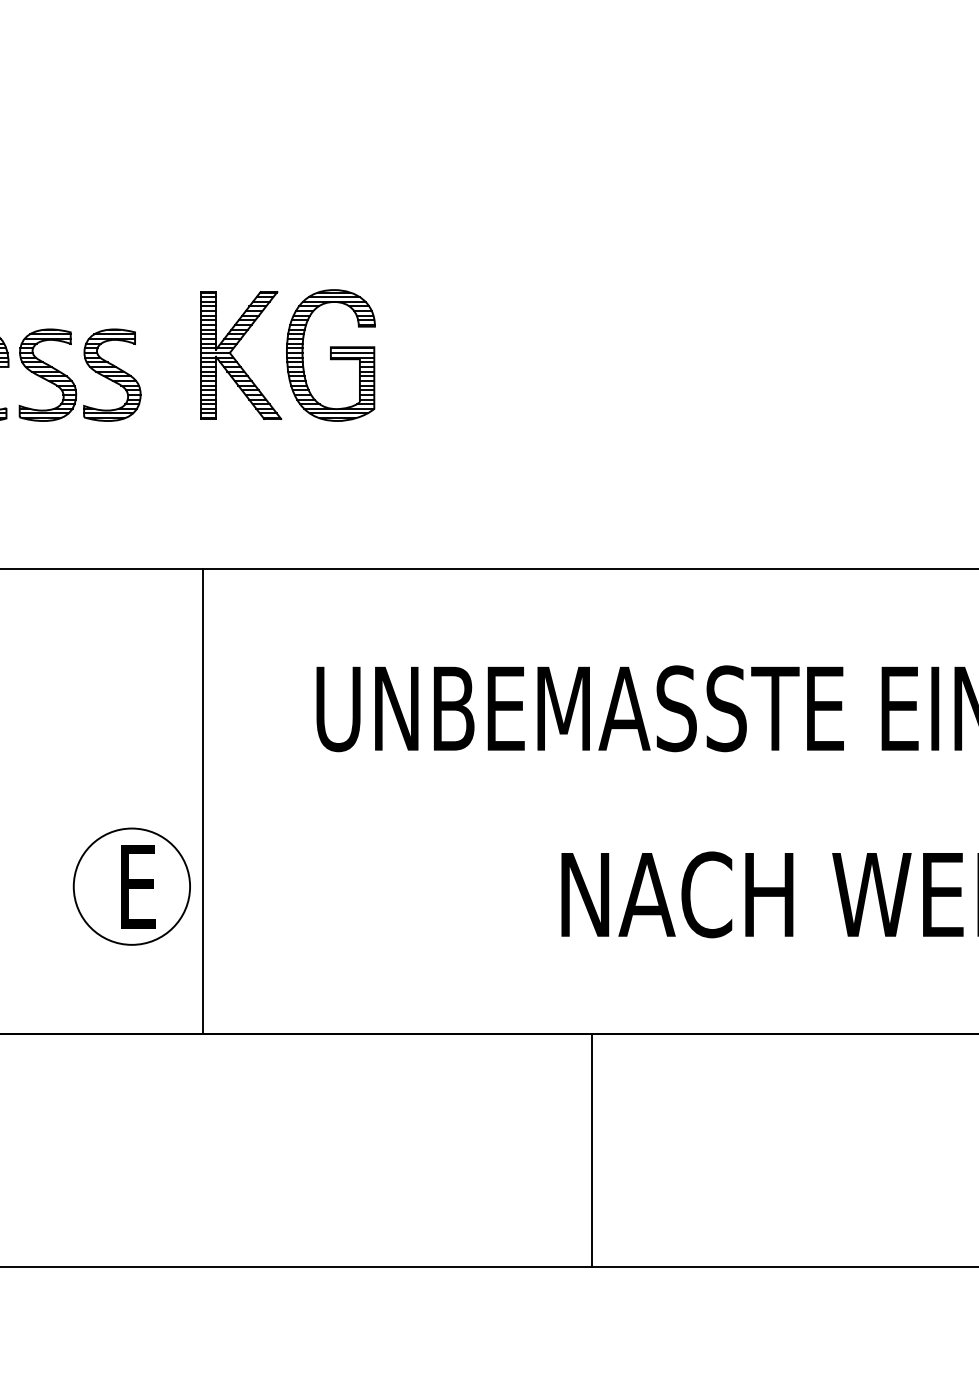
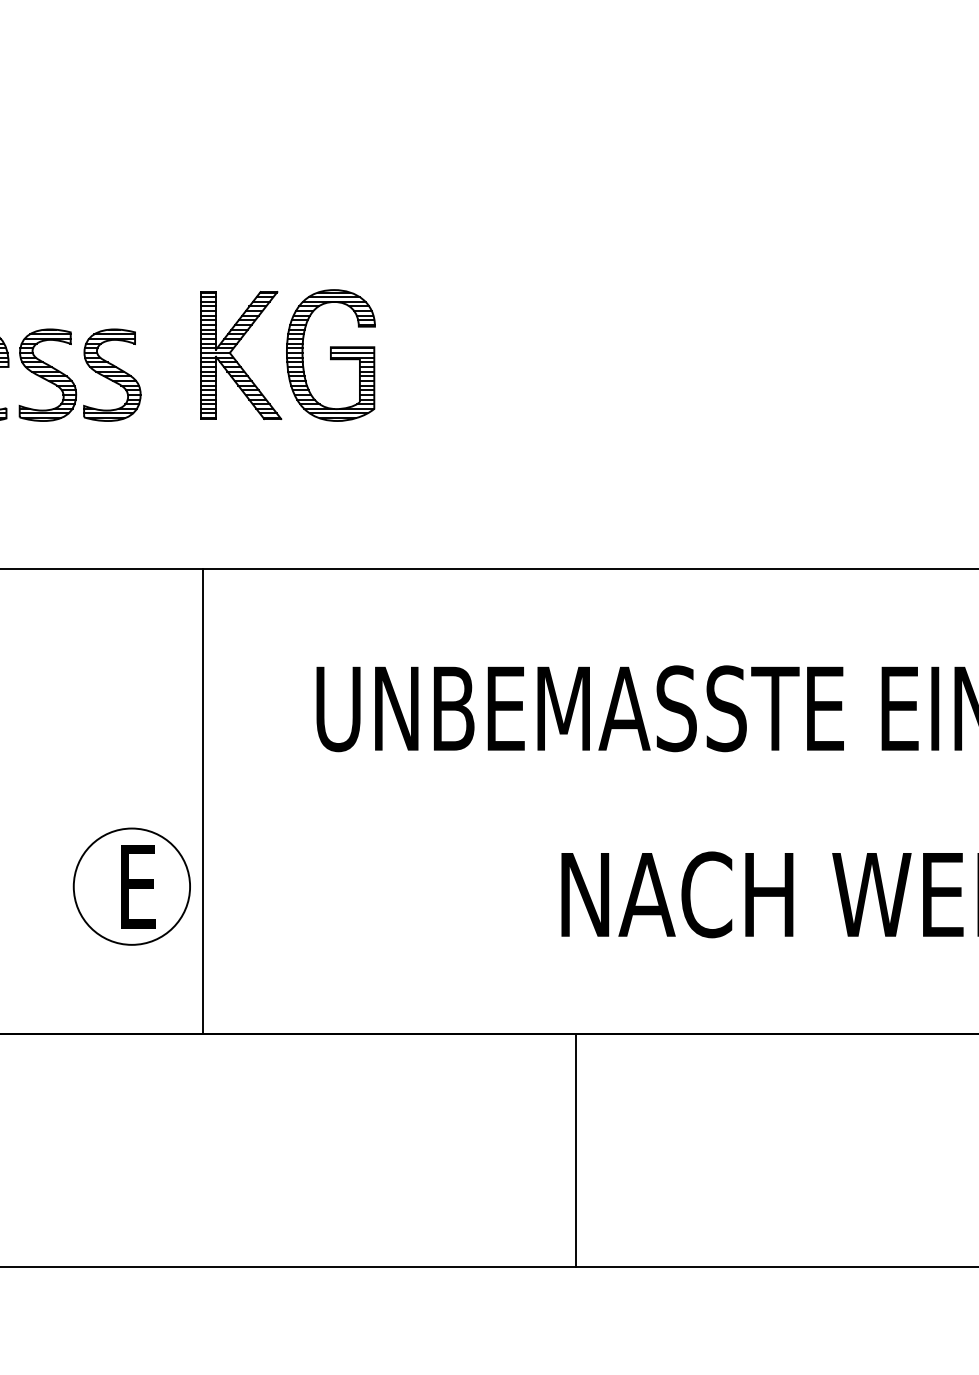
line at (591, 1150) position: (591, 1150) -> (575, 1150)
